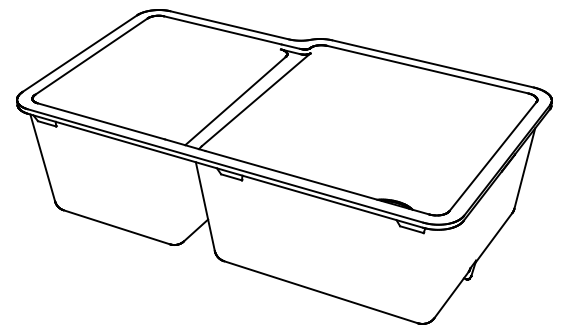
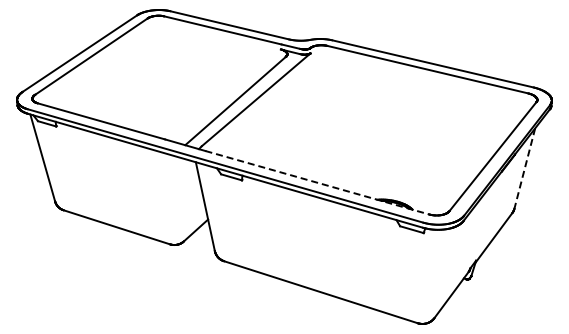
line at (524, 168): solid -> dashed
line at (317, 182): solid -> dashed
